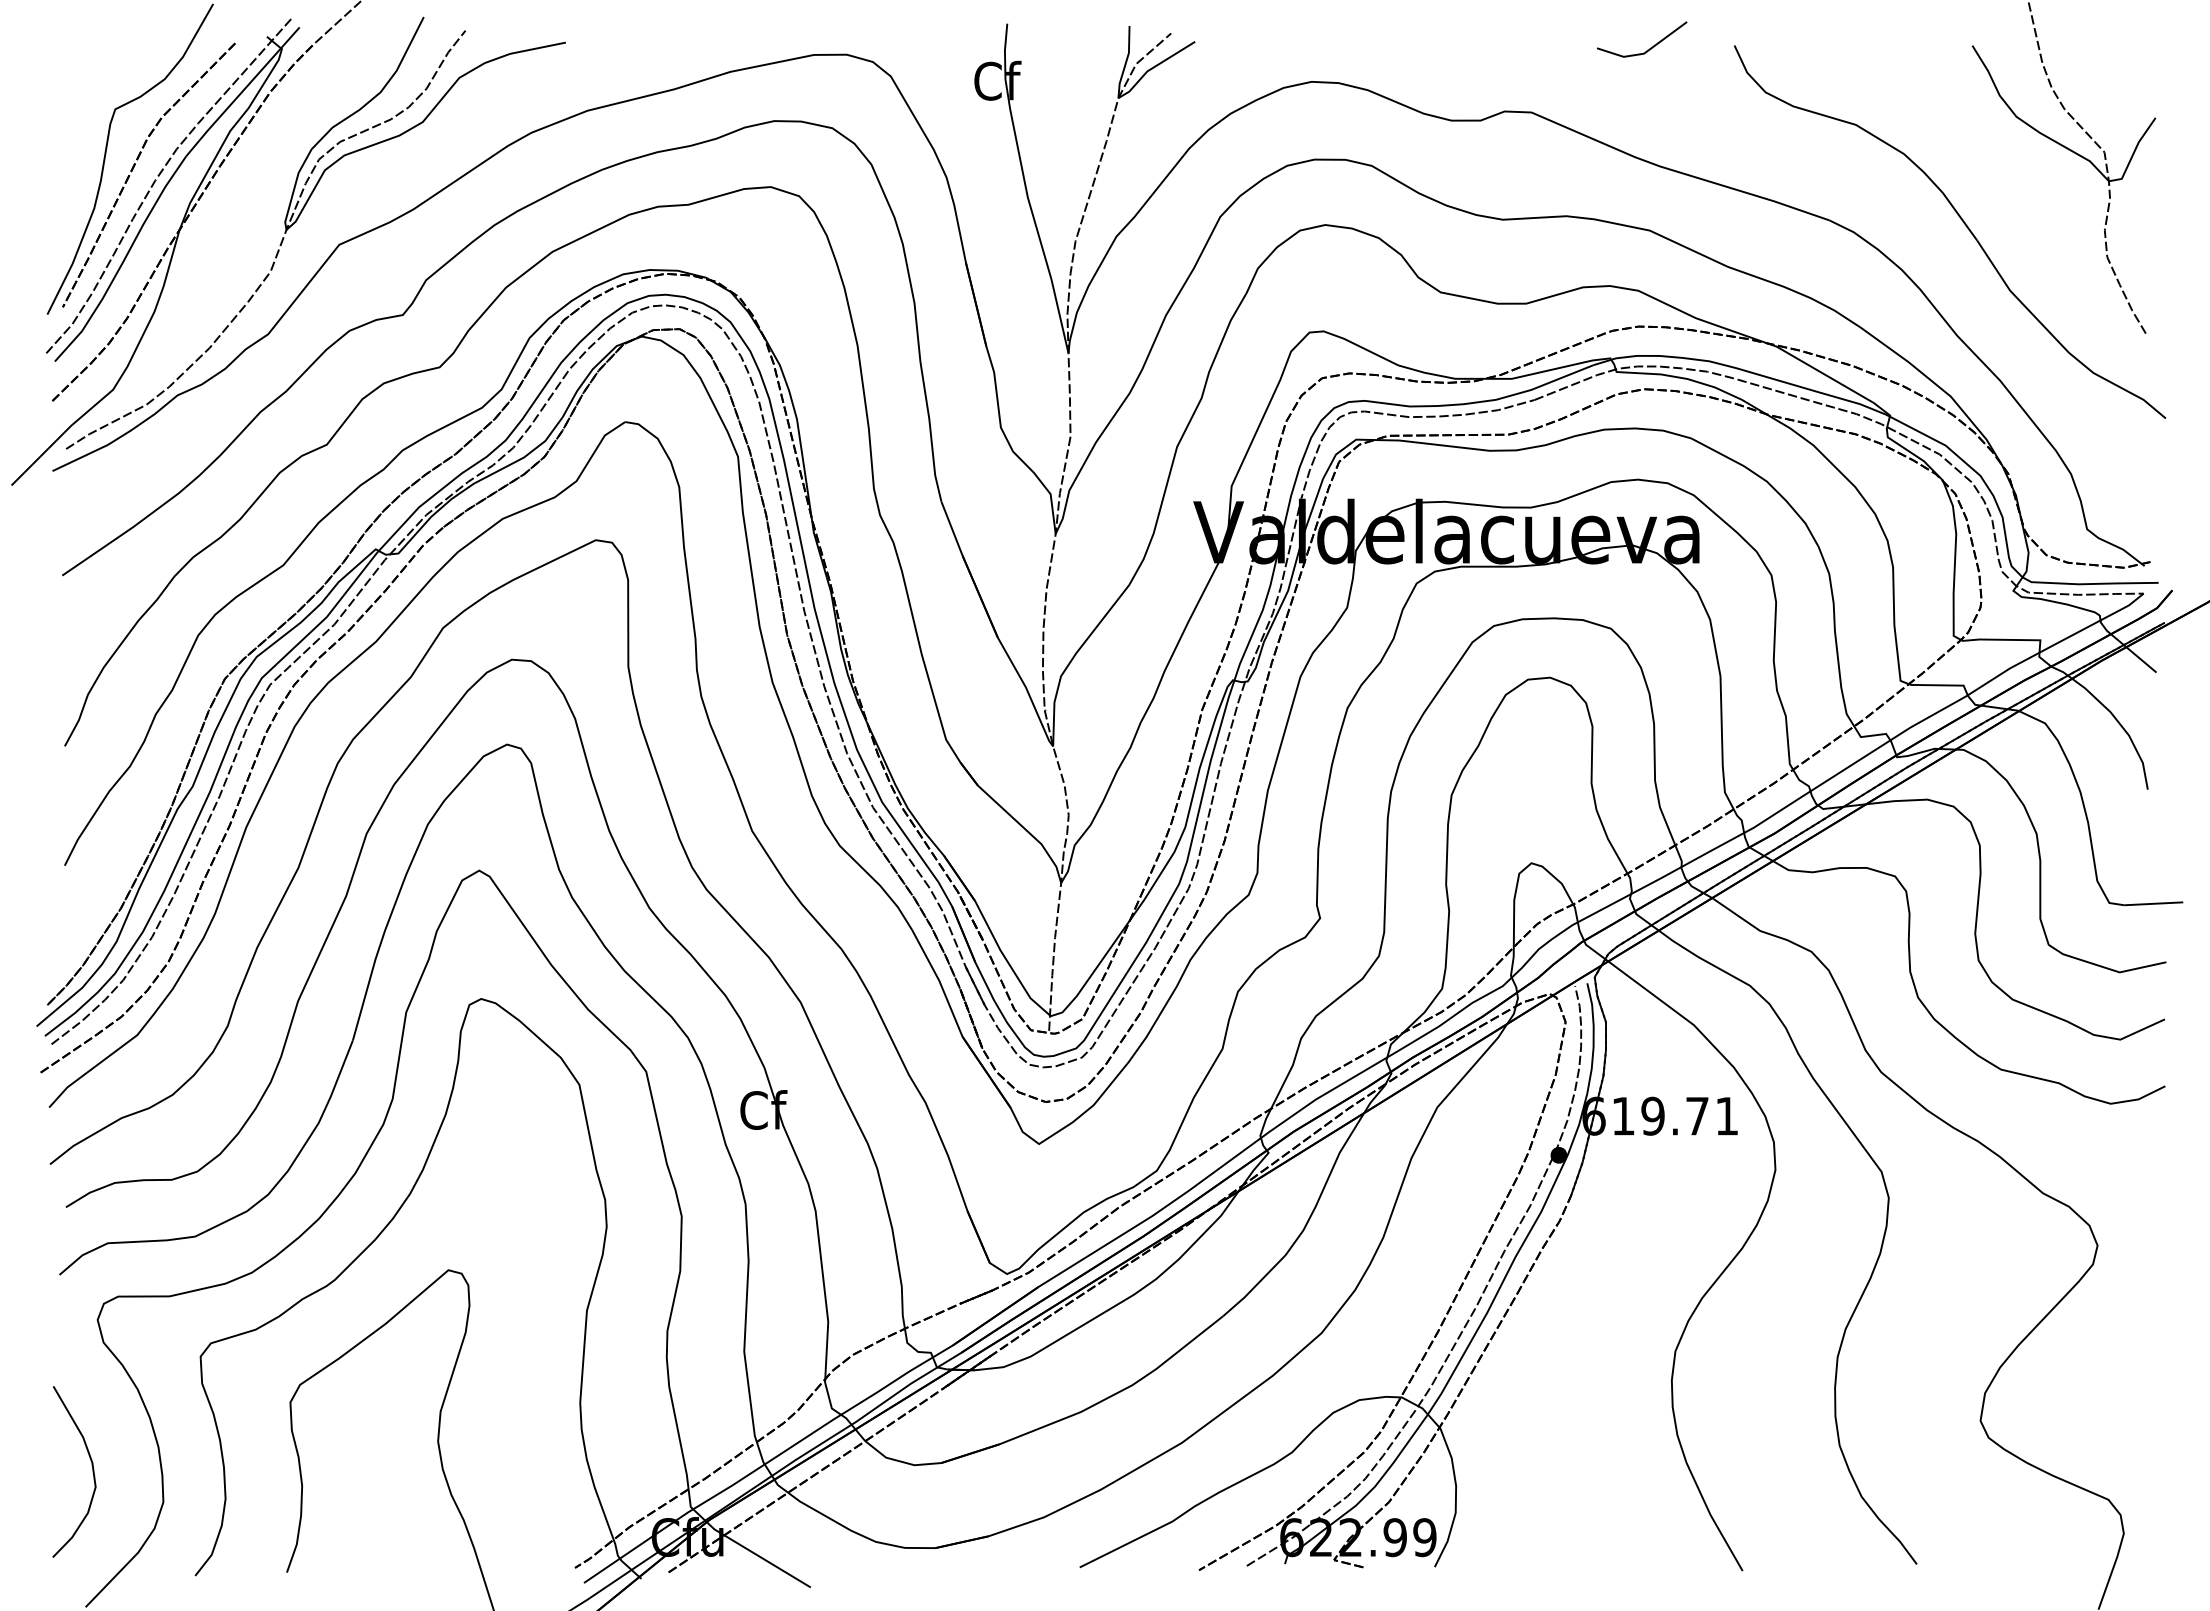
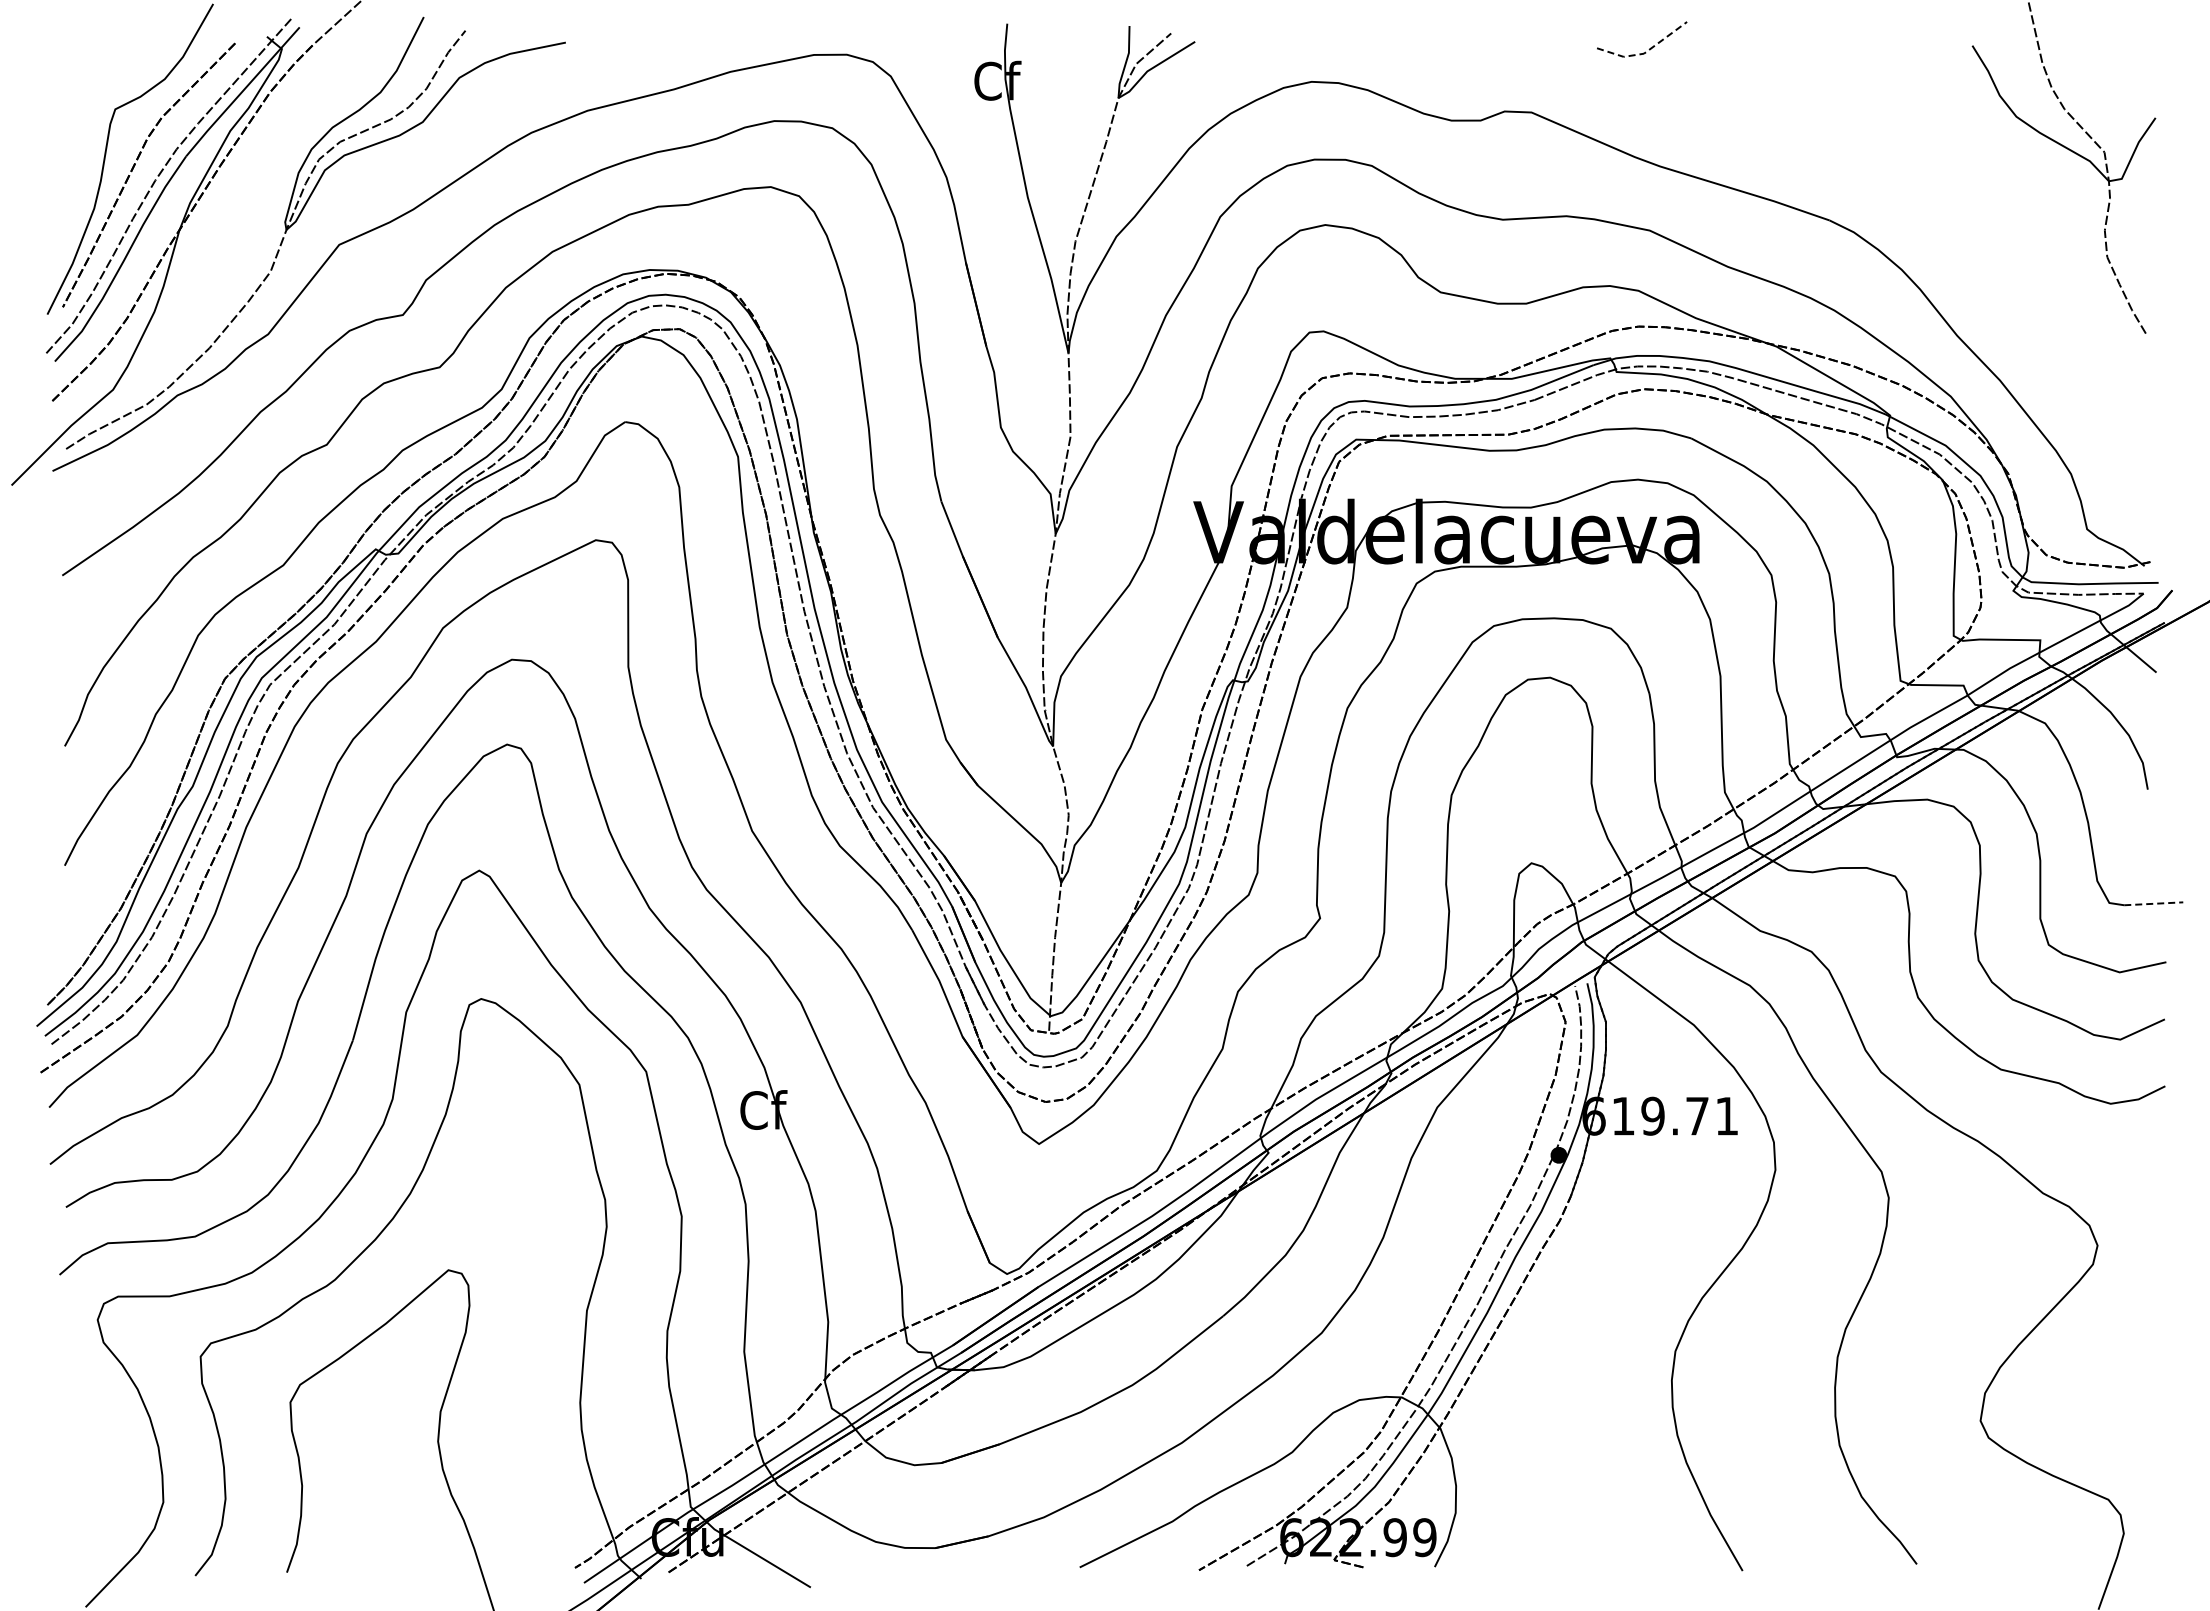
line at (1644, 53): solid -> dashed
part at (1963, 223): present -> none
line at (2153, 903): solid -> dashed
curve at (92, 1471): present -> none
